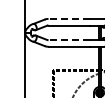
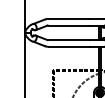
line at (69, 18): dashed -> solid
line at (69, 40): dashed -> solid
